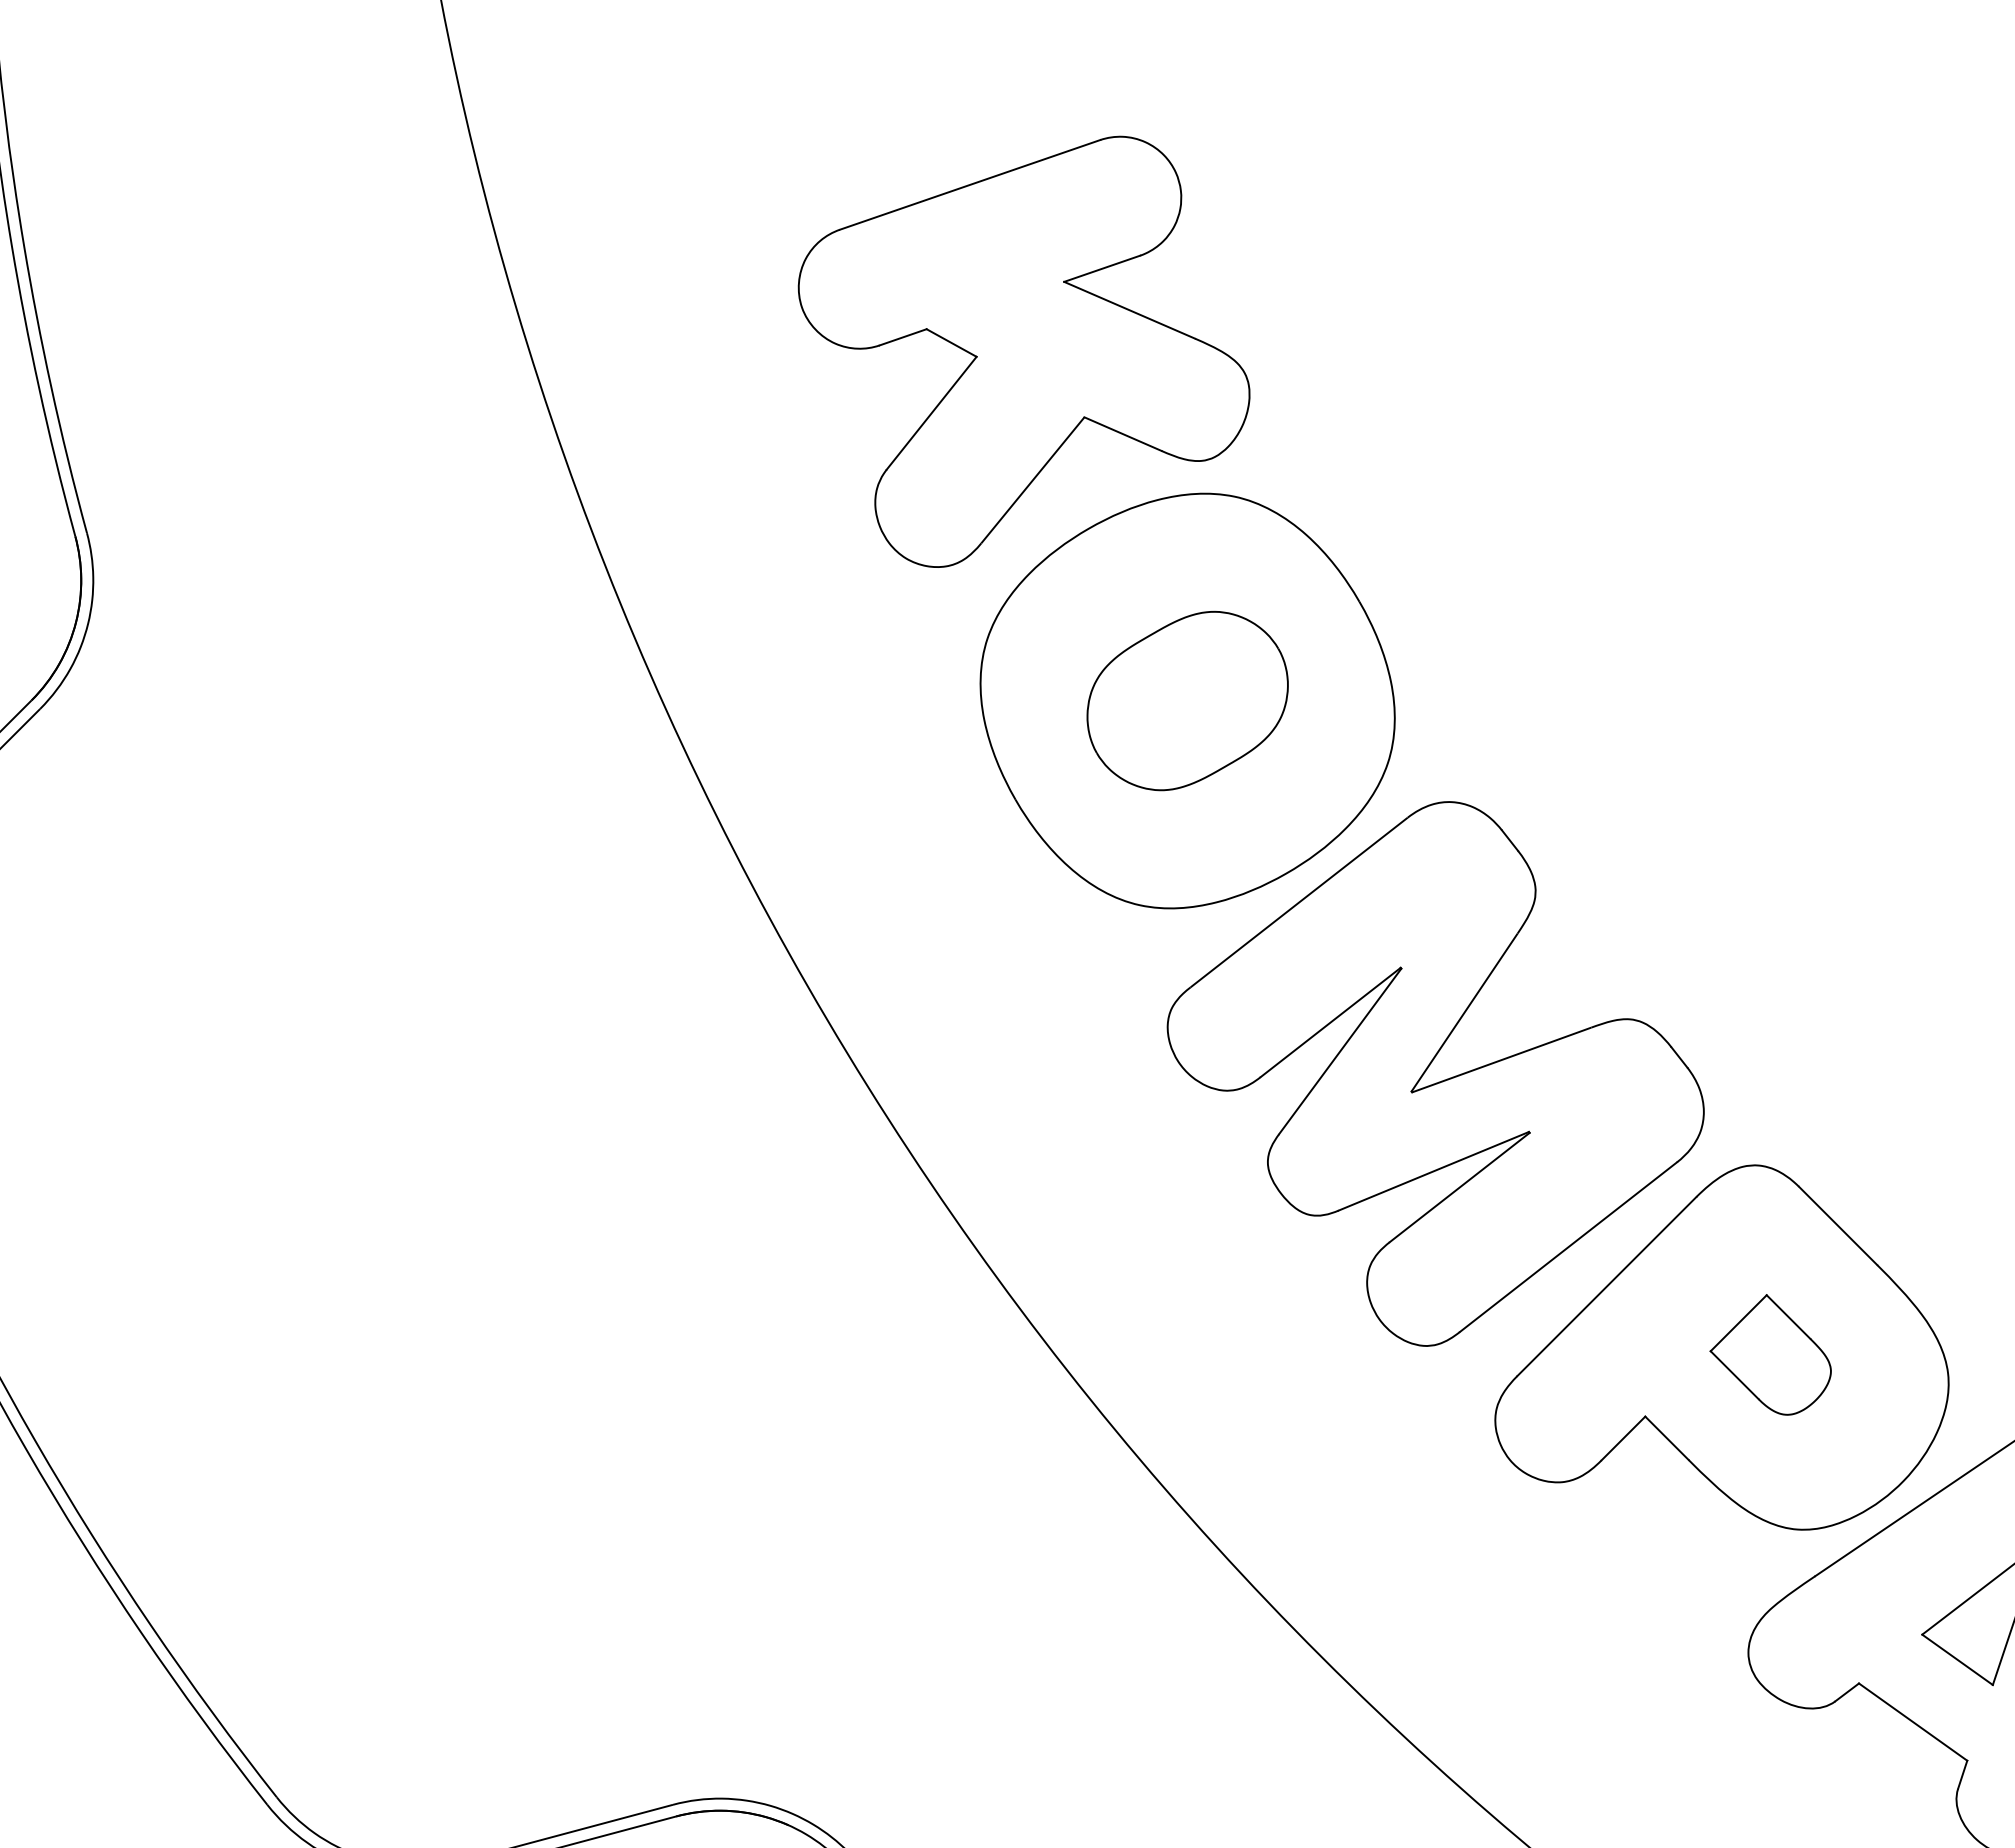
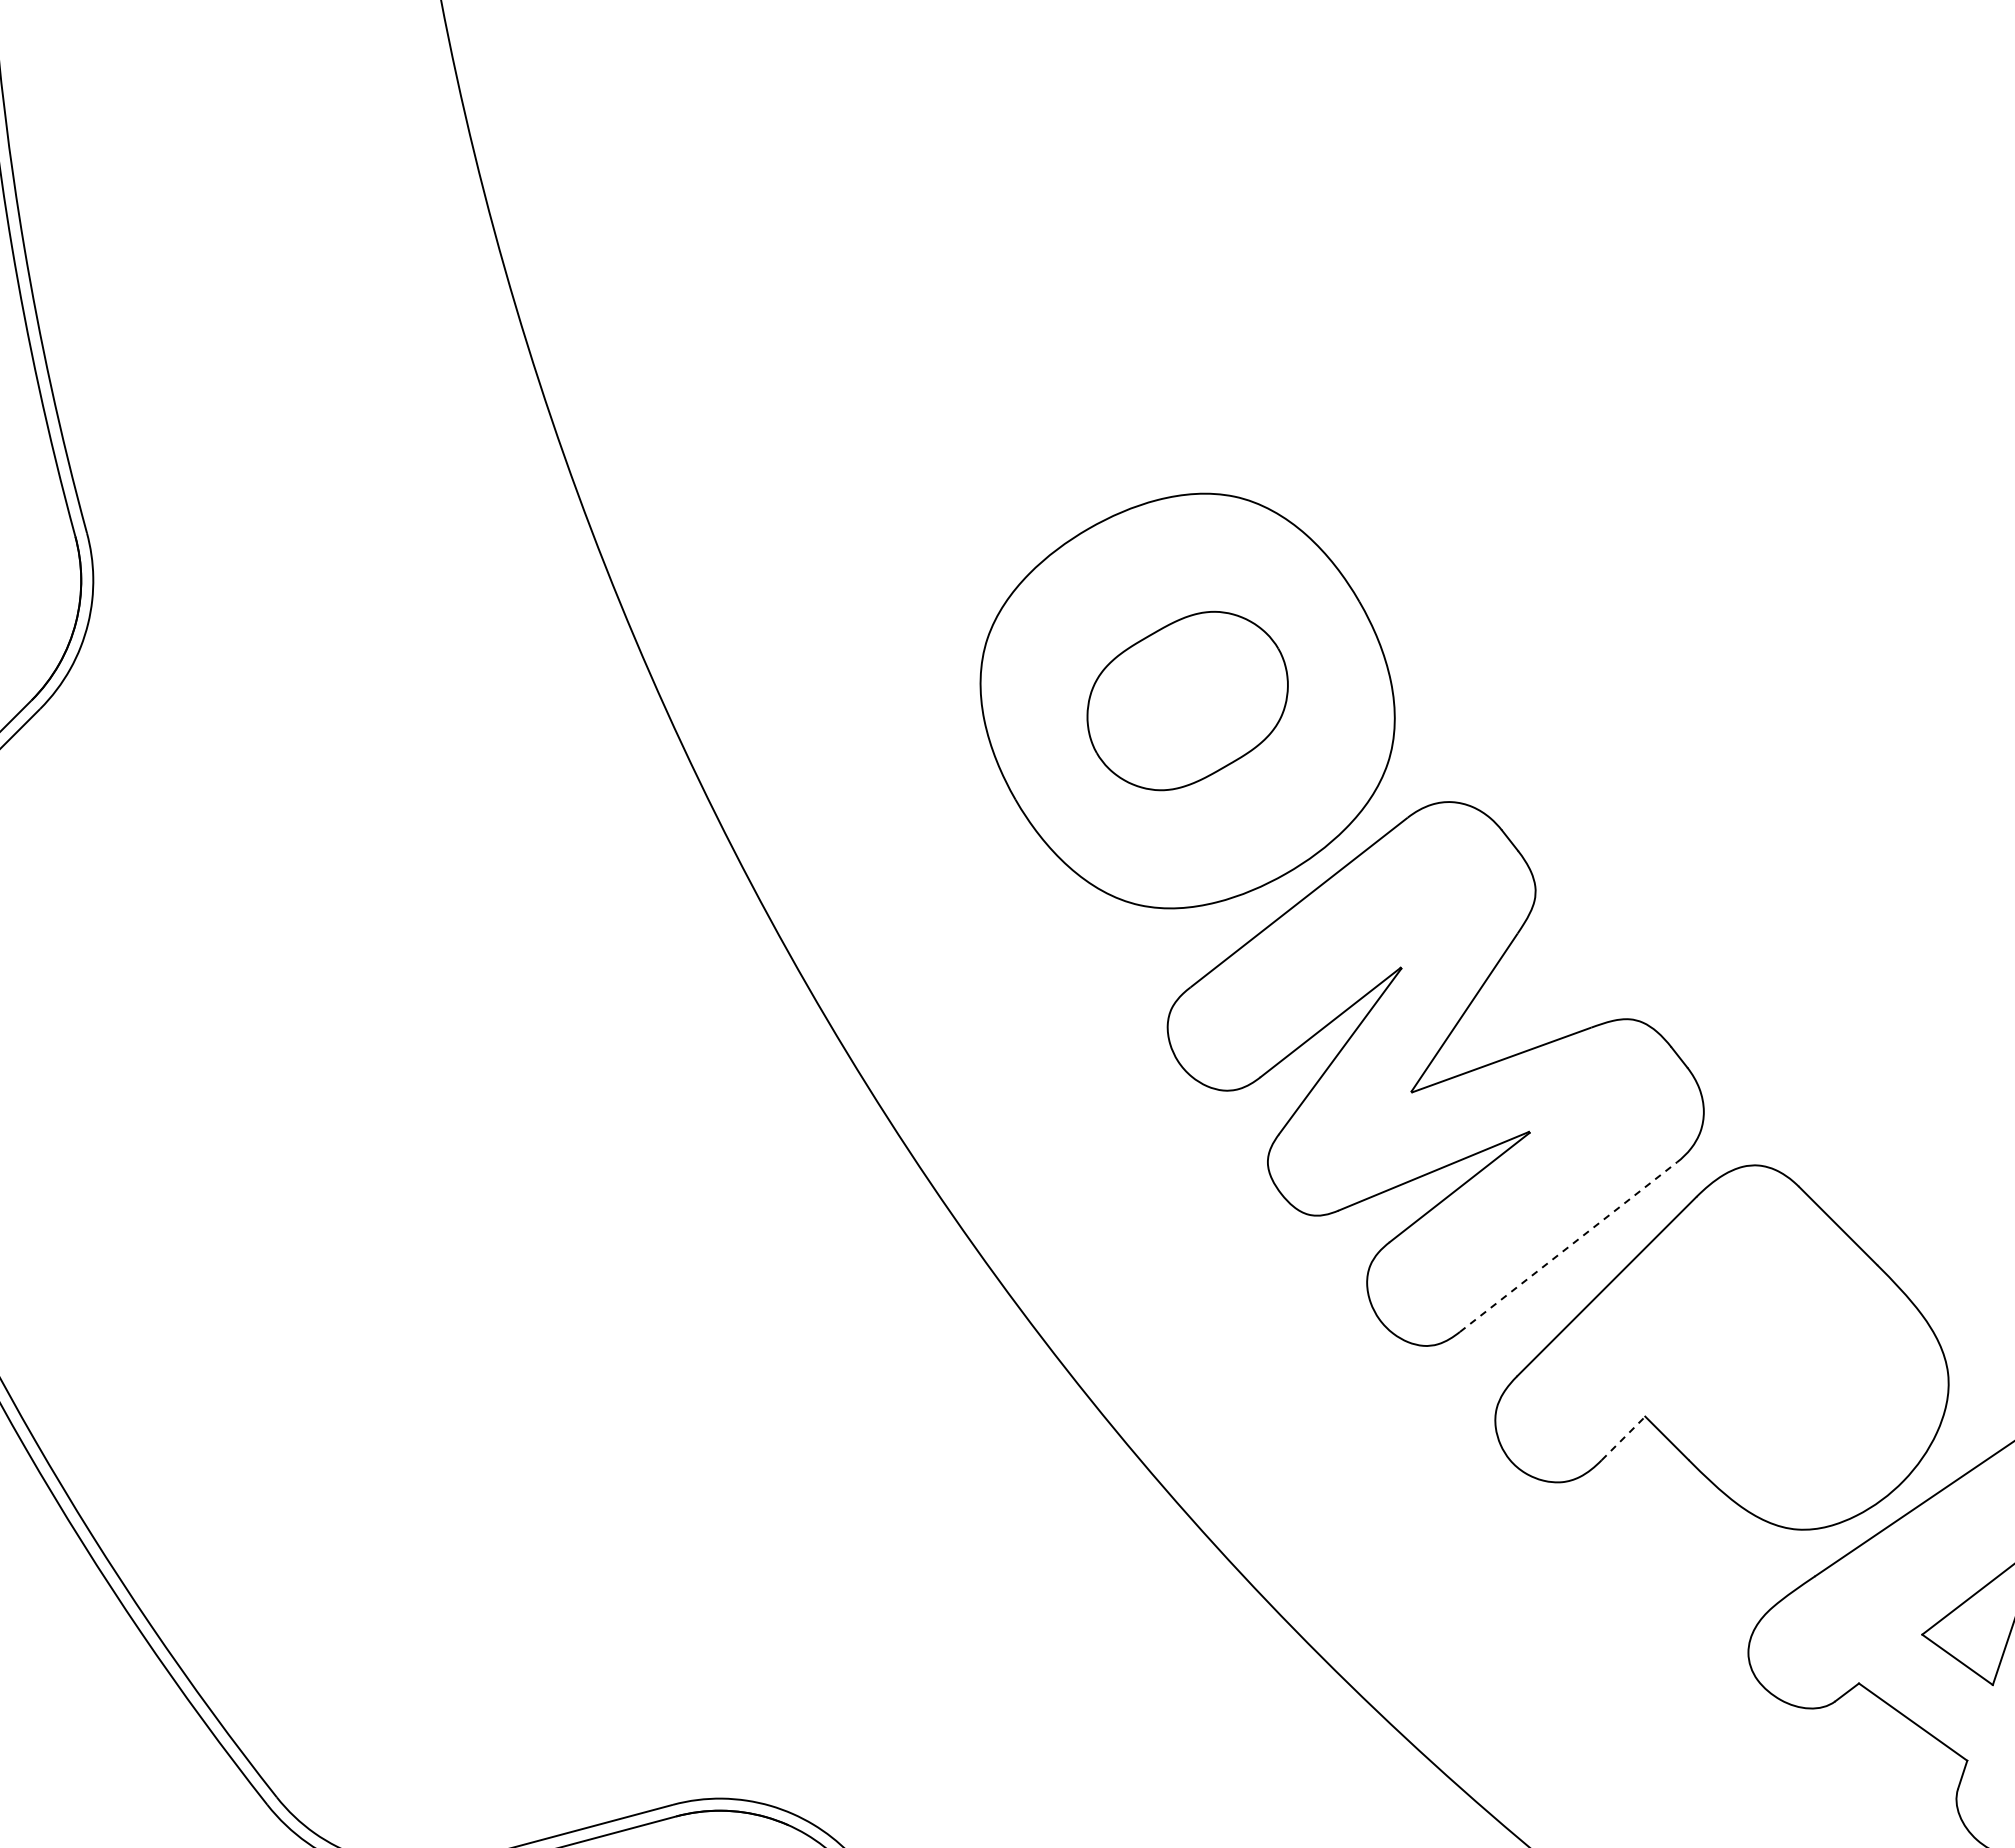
part at (1023, 351): present -> none
line at (1568, 1247): solid -> dashed
part at (1770, 1354): present -> none
line at (1623, 1438): solid -> dashed
